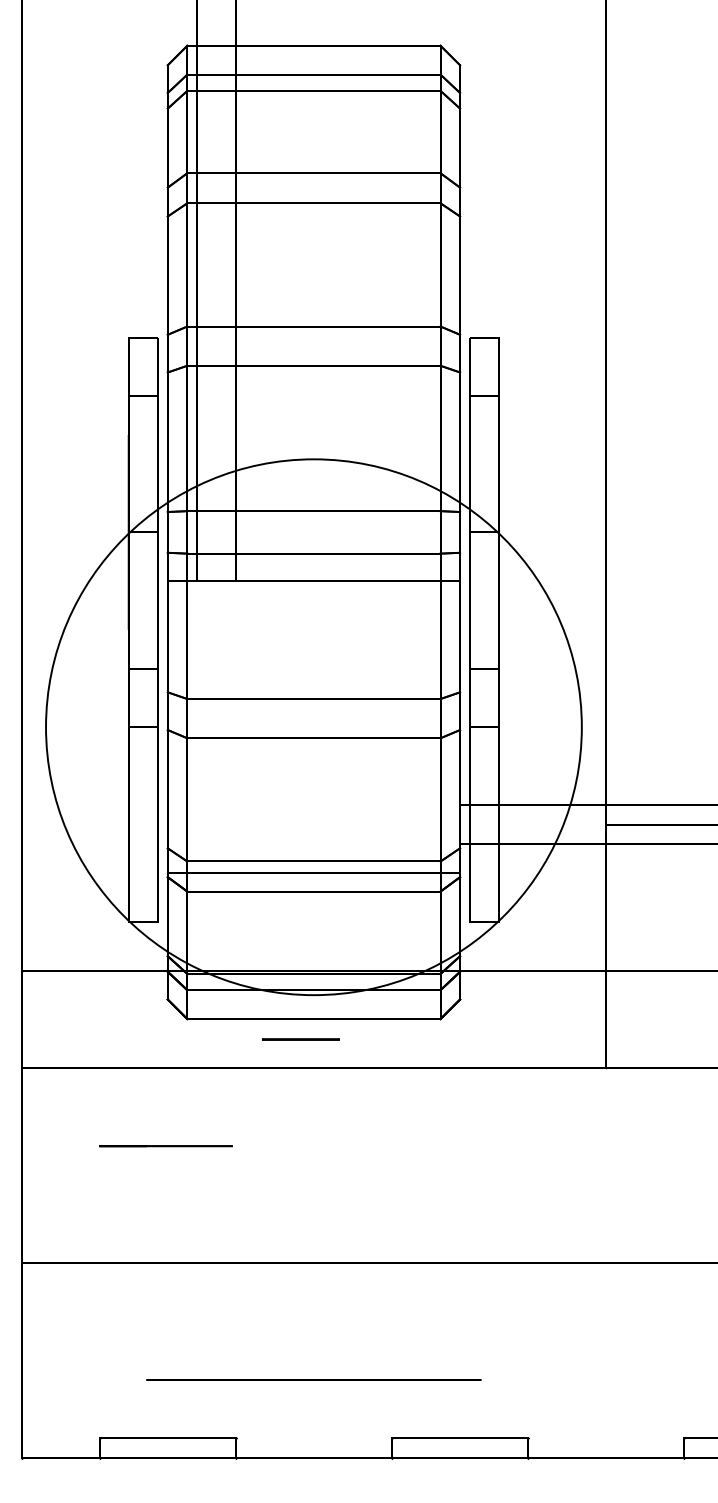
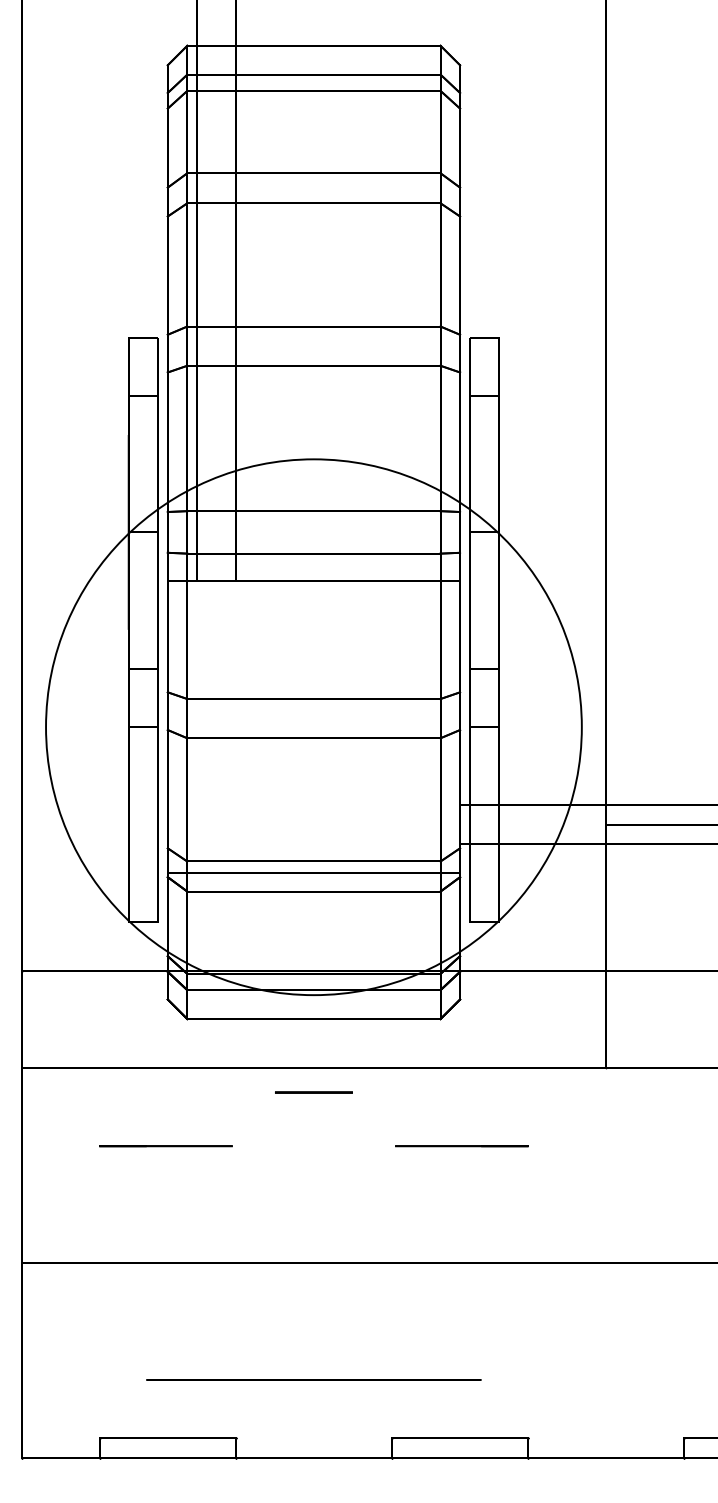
line at (300, 1039) position: (300, 1039) -> (313, 1092)
line at (461, 1146): none -> present
